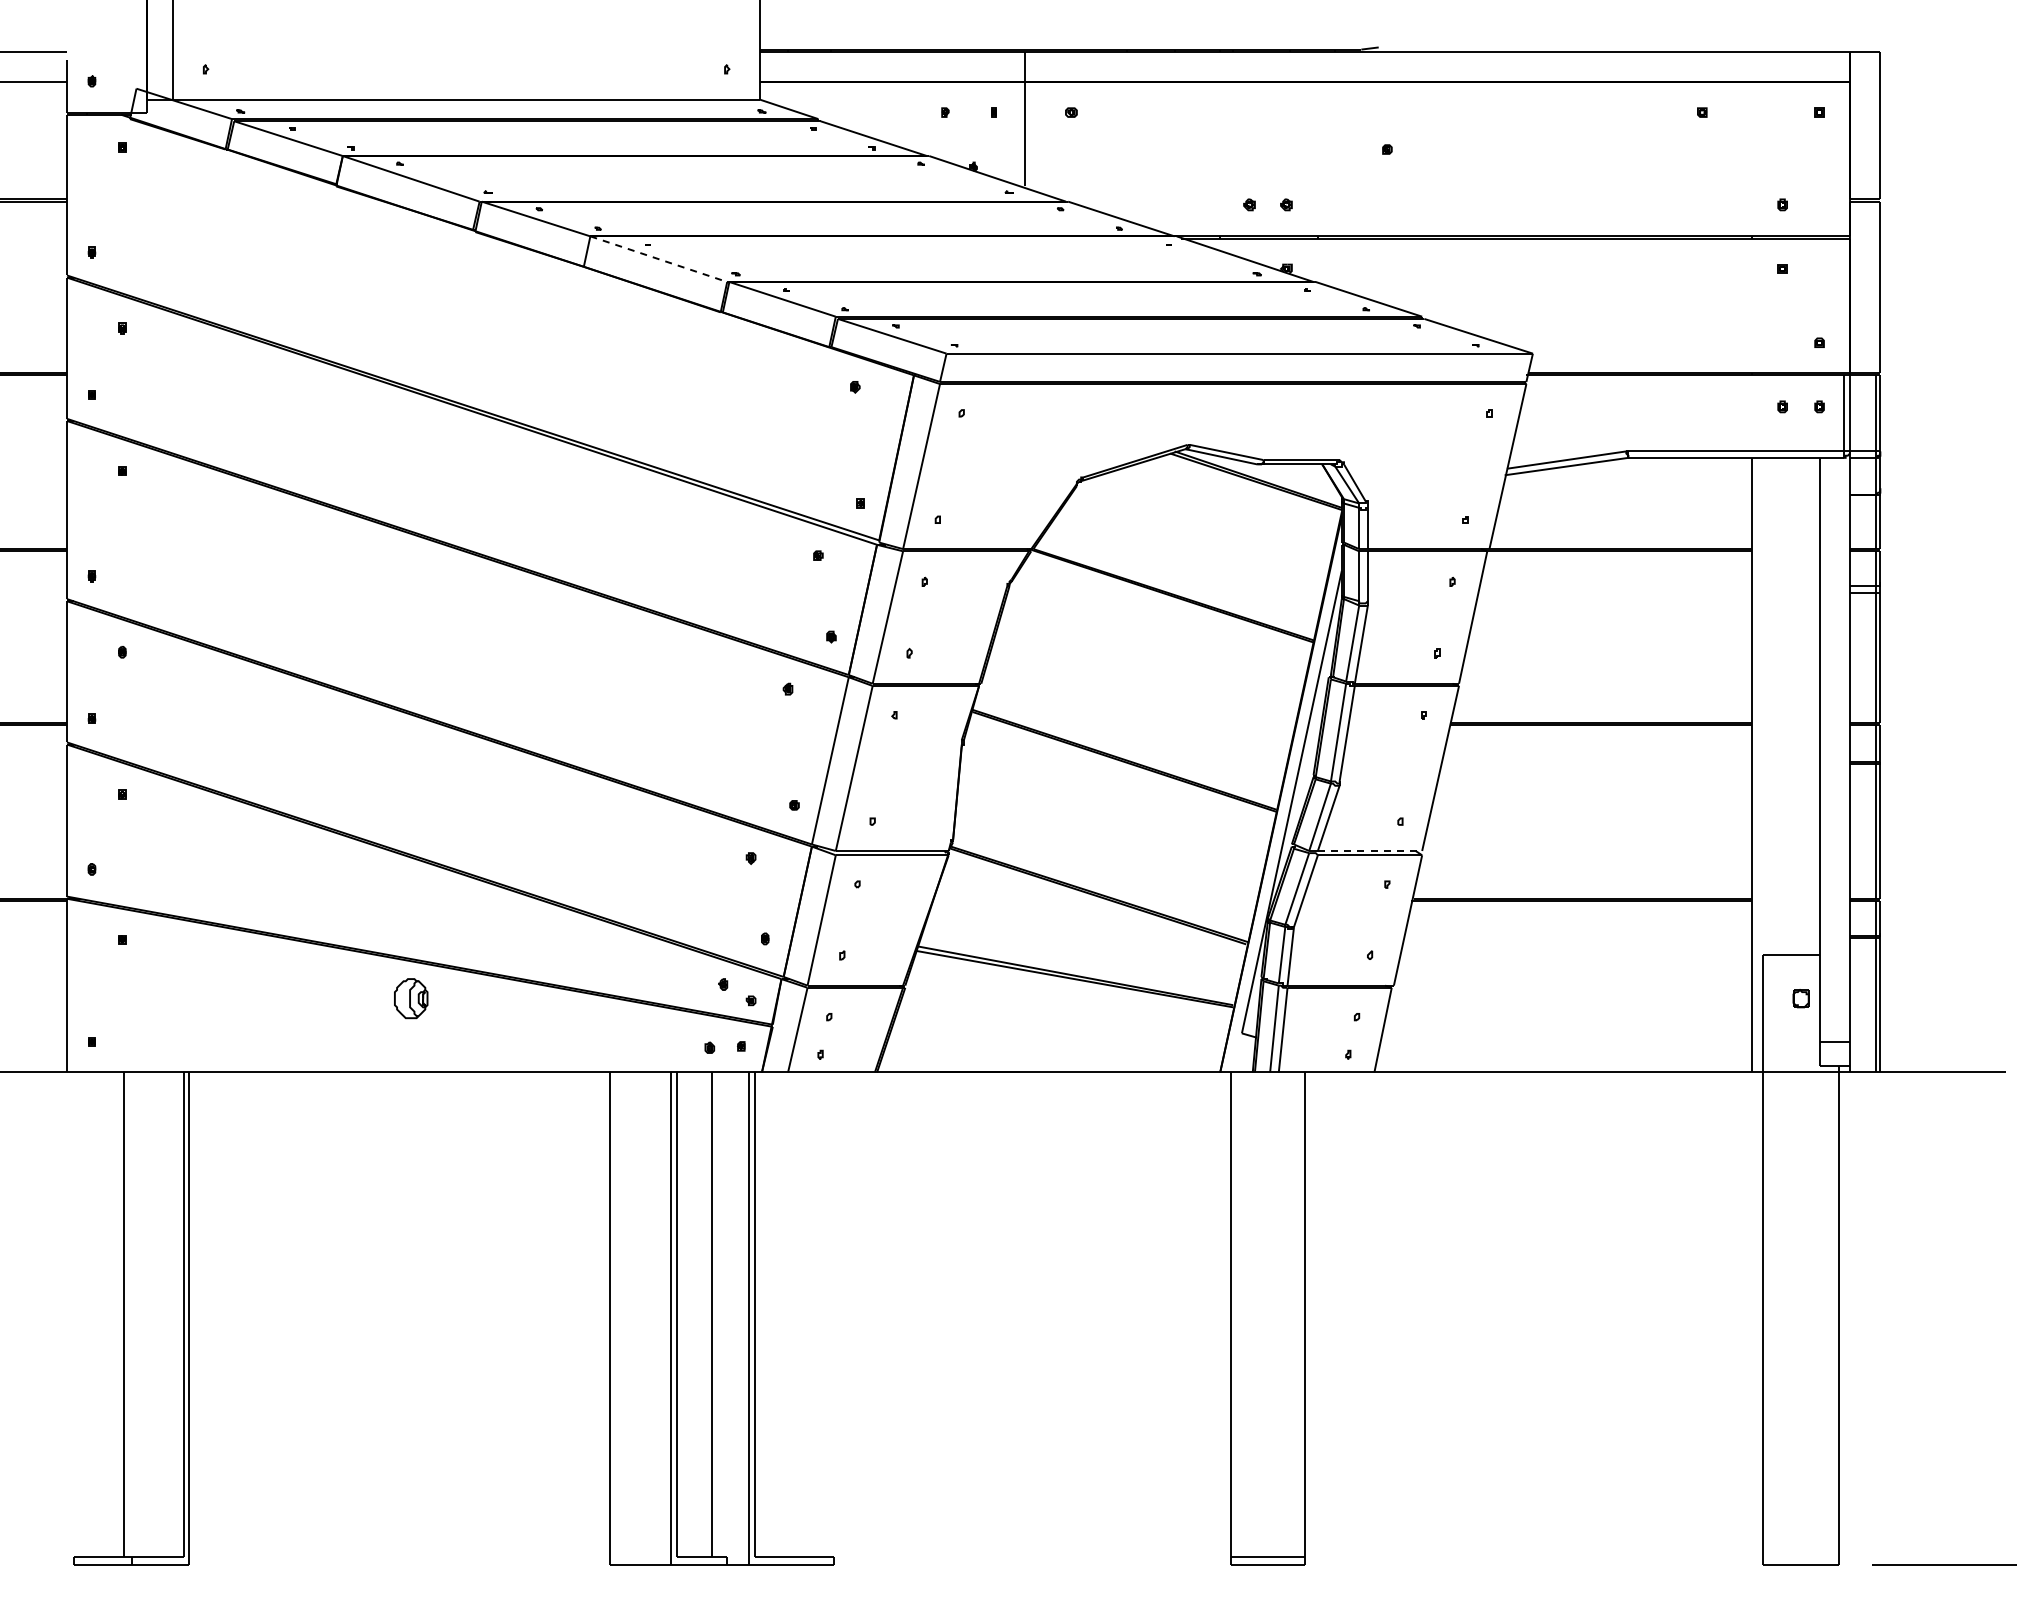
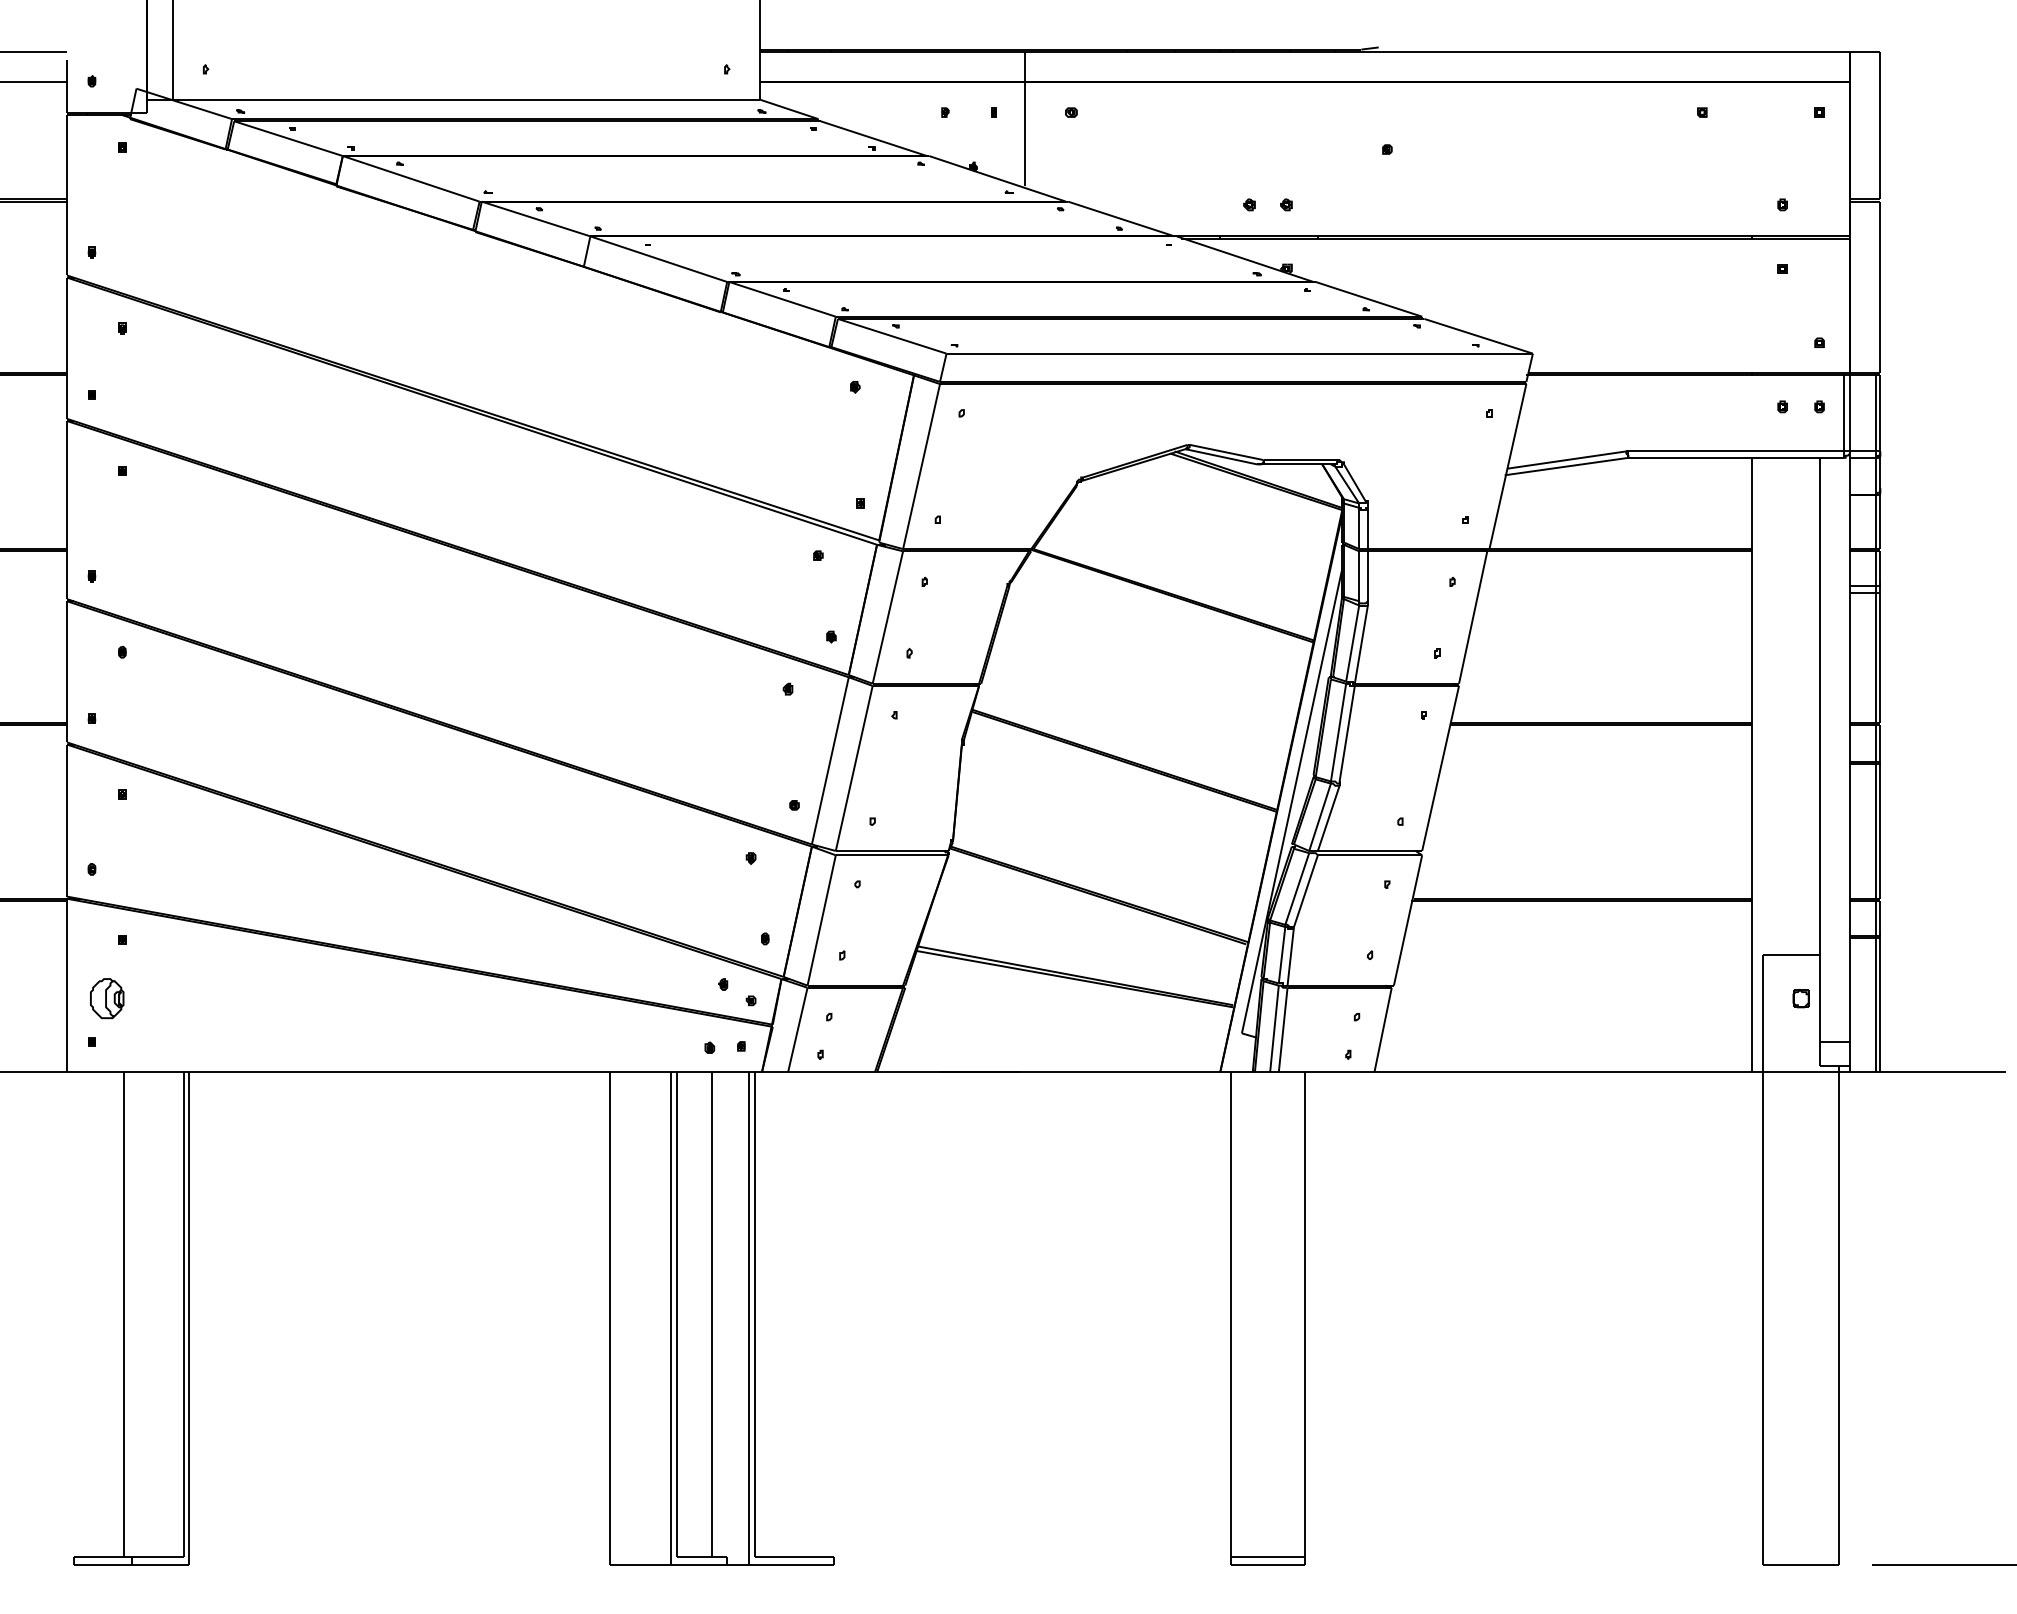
line at (659, 259): dashed -> solid
line at (1370, 850): dashed -> solid
part at (411, 998) position: (411, 998) -> (107, 998)
